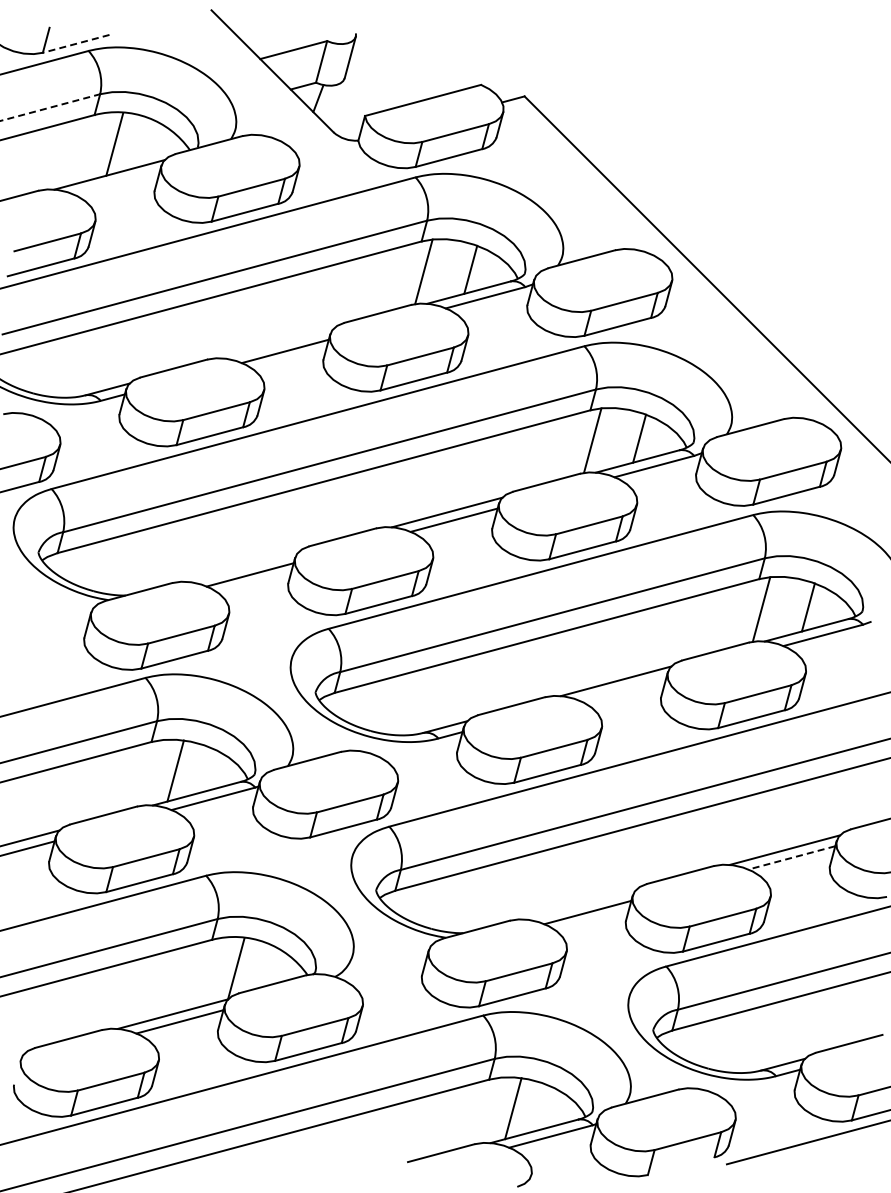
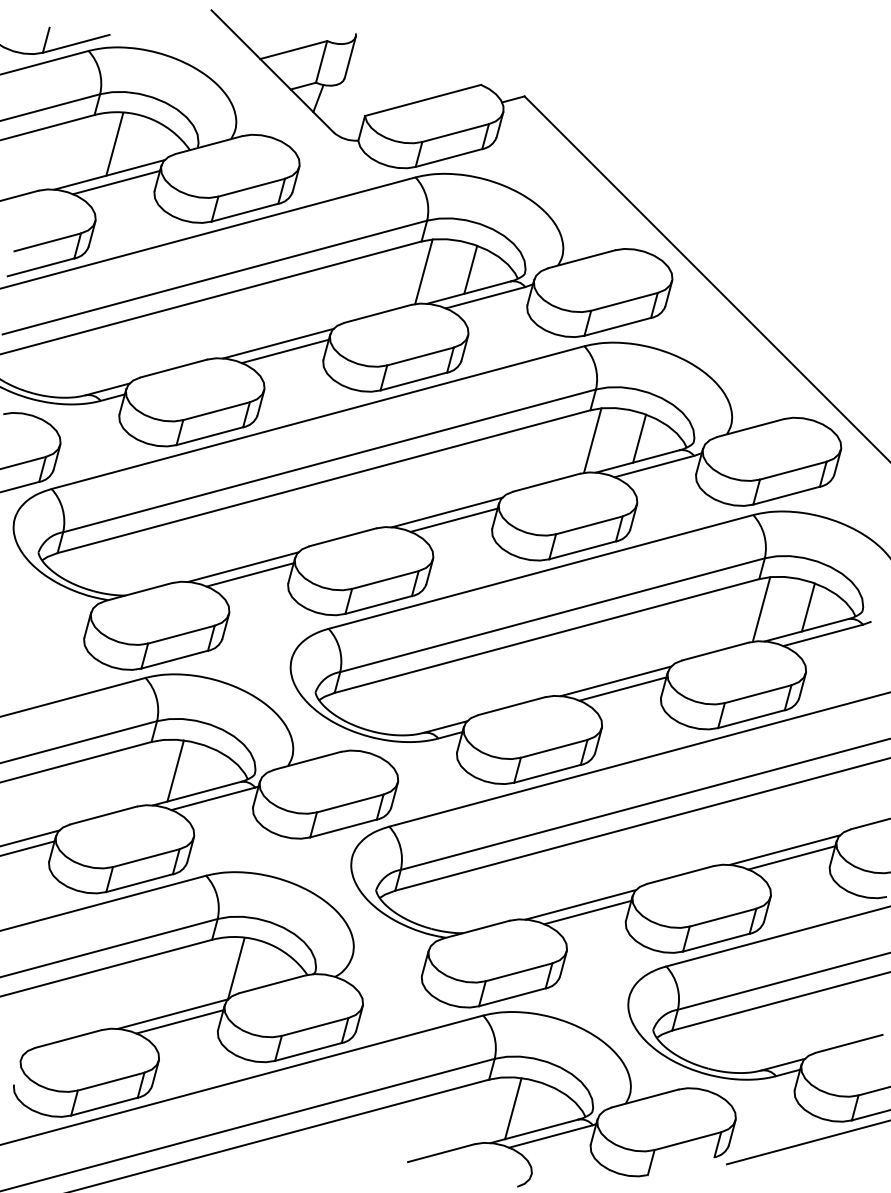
line at (75, 43): dashed -> solid
line at (50, 107): dashed -> solid
line at (116, 182): none -> present
line at (278, 343): none -> present
line at (243, 566): none -> present
line at (622, 688): none -> present
line at (791, 857): dashed -> solid
line at (580, 904): none -> present
